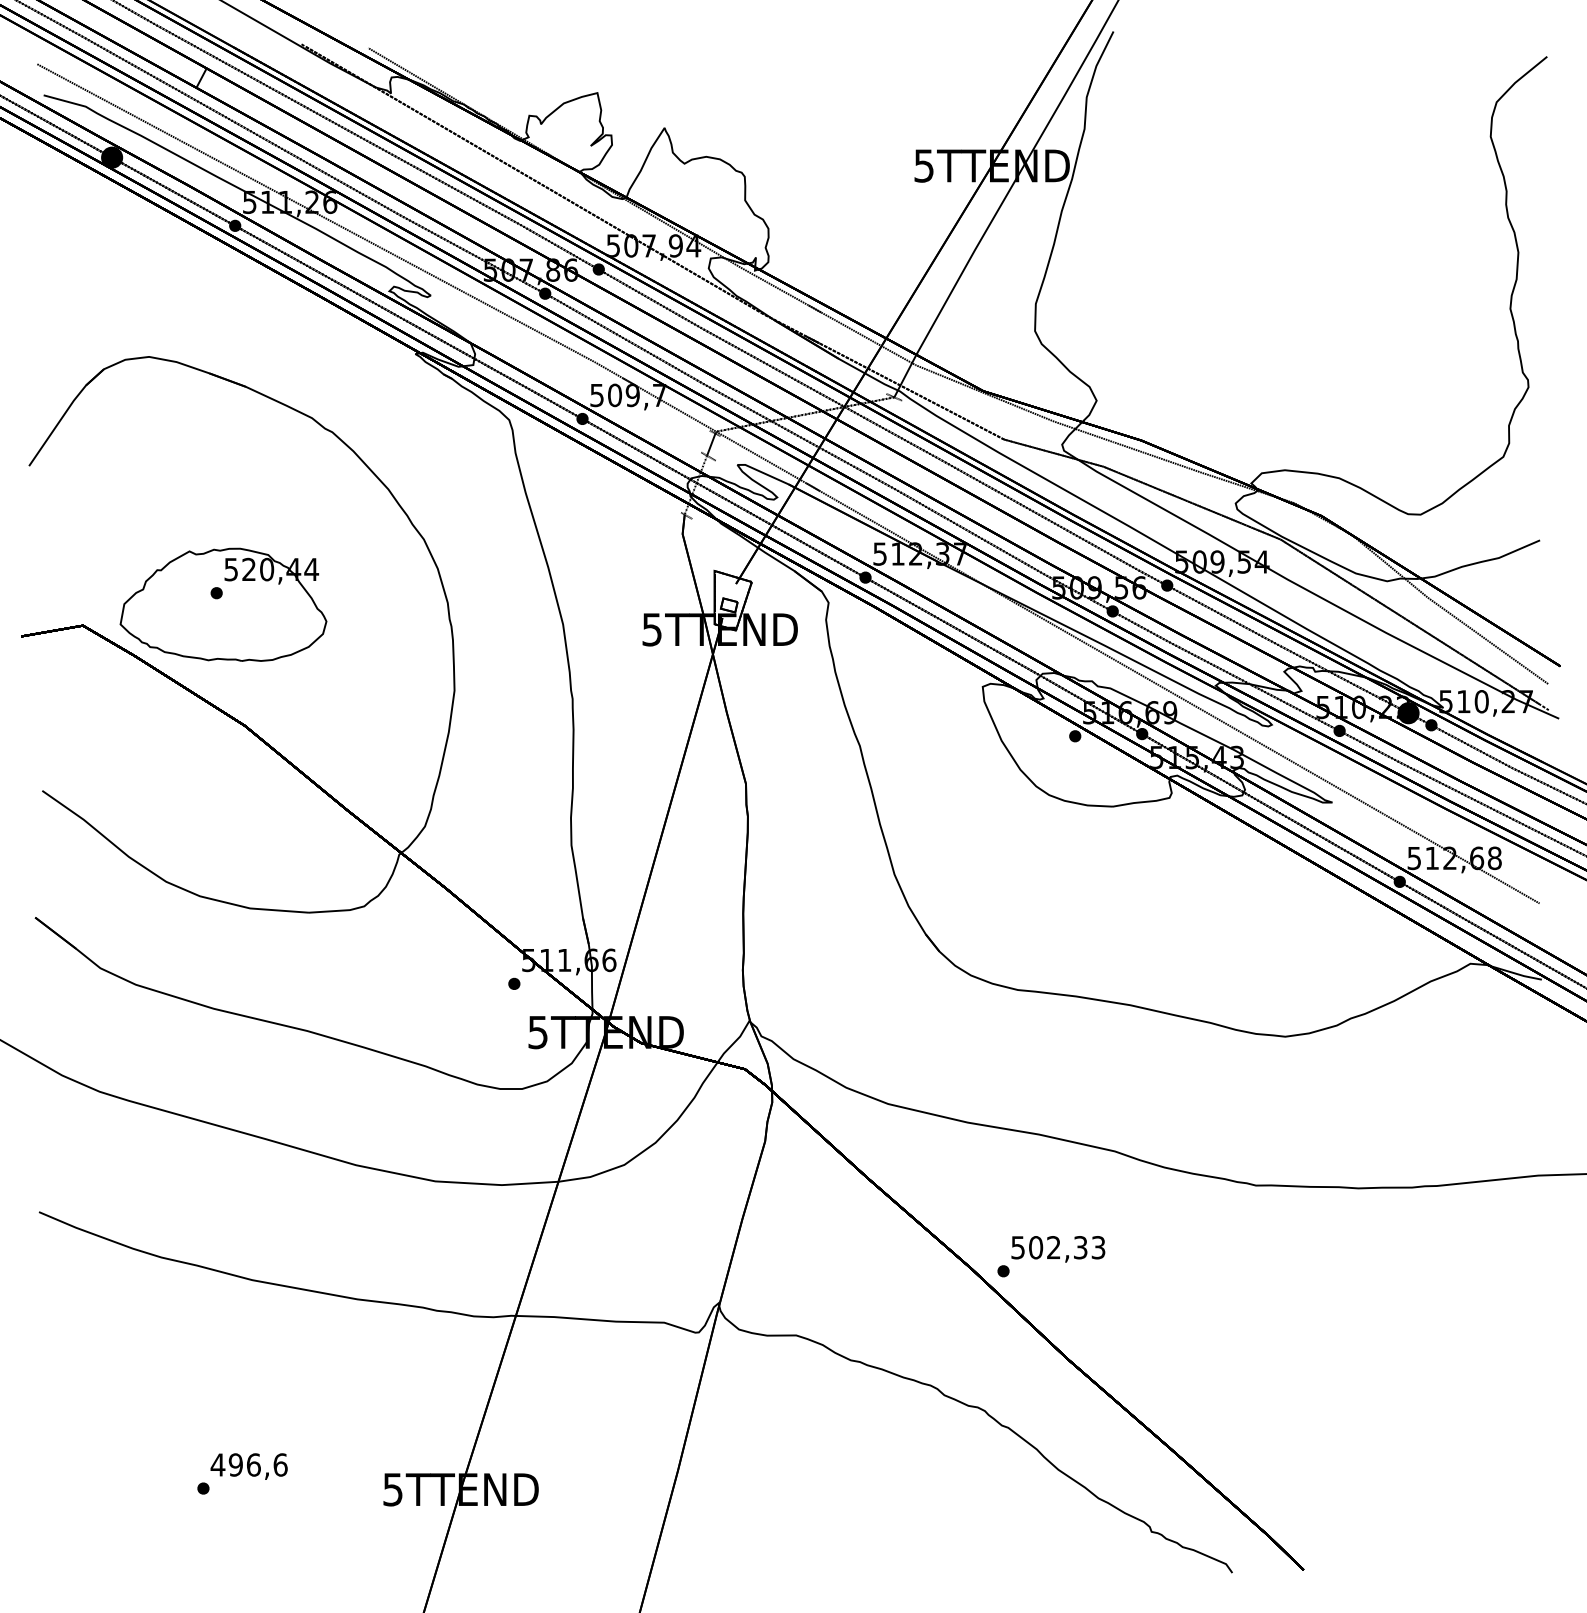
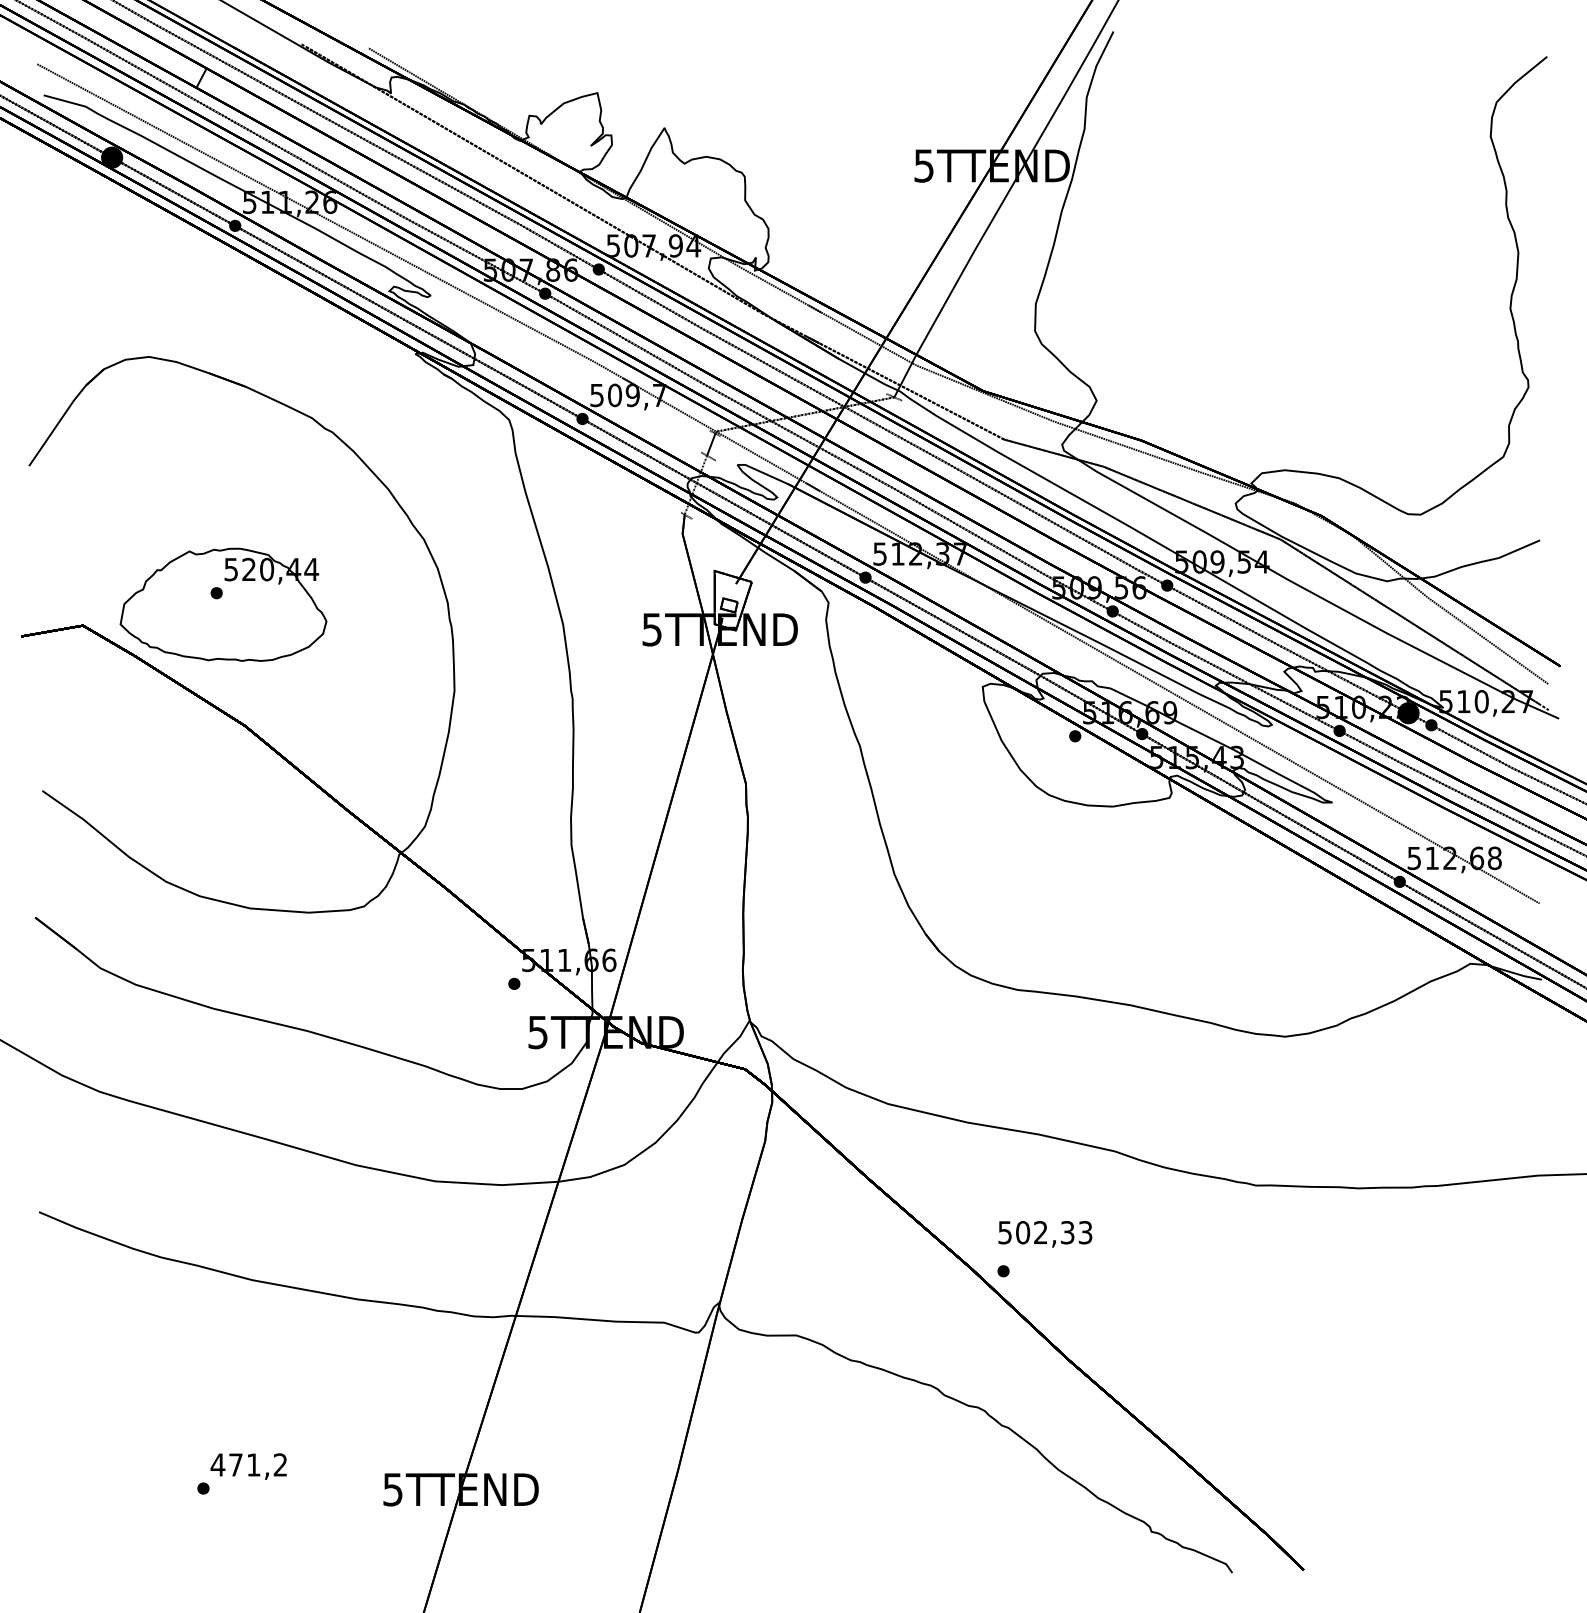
text at (1058, 1249) position: (1058, 1249) -> (1045, 1234)
text at (257, 1464): 496,6 -> 471,2
